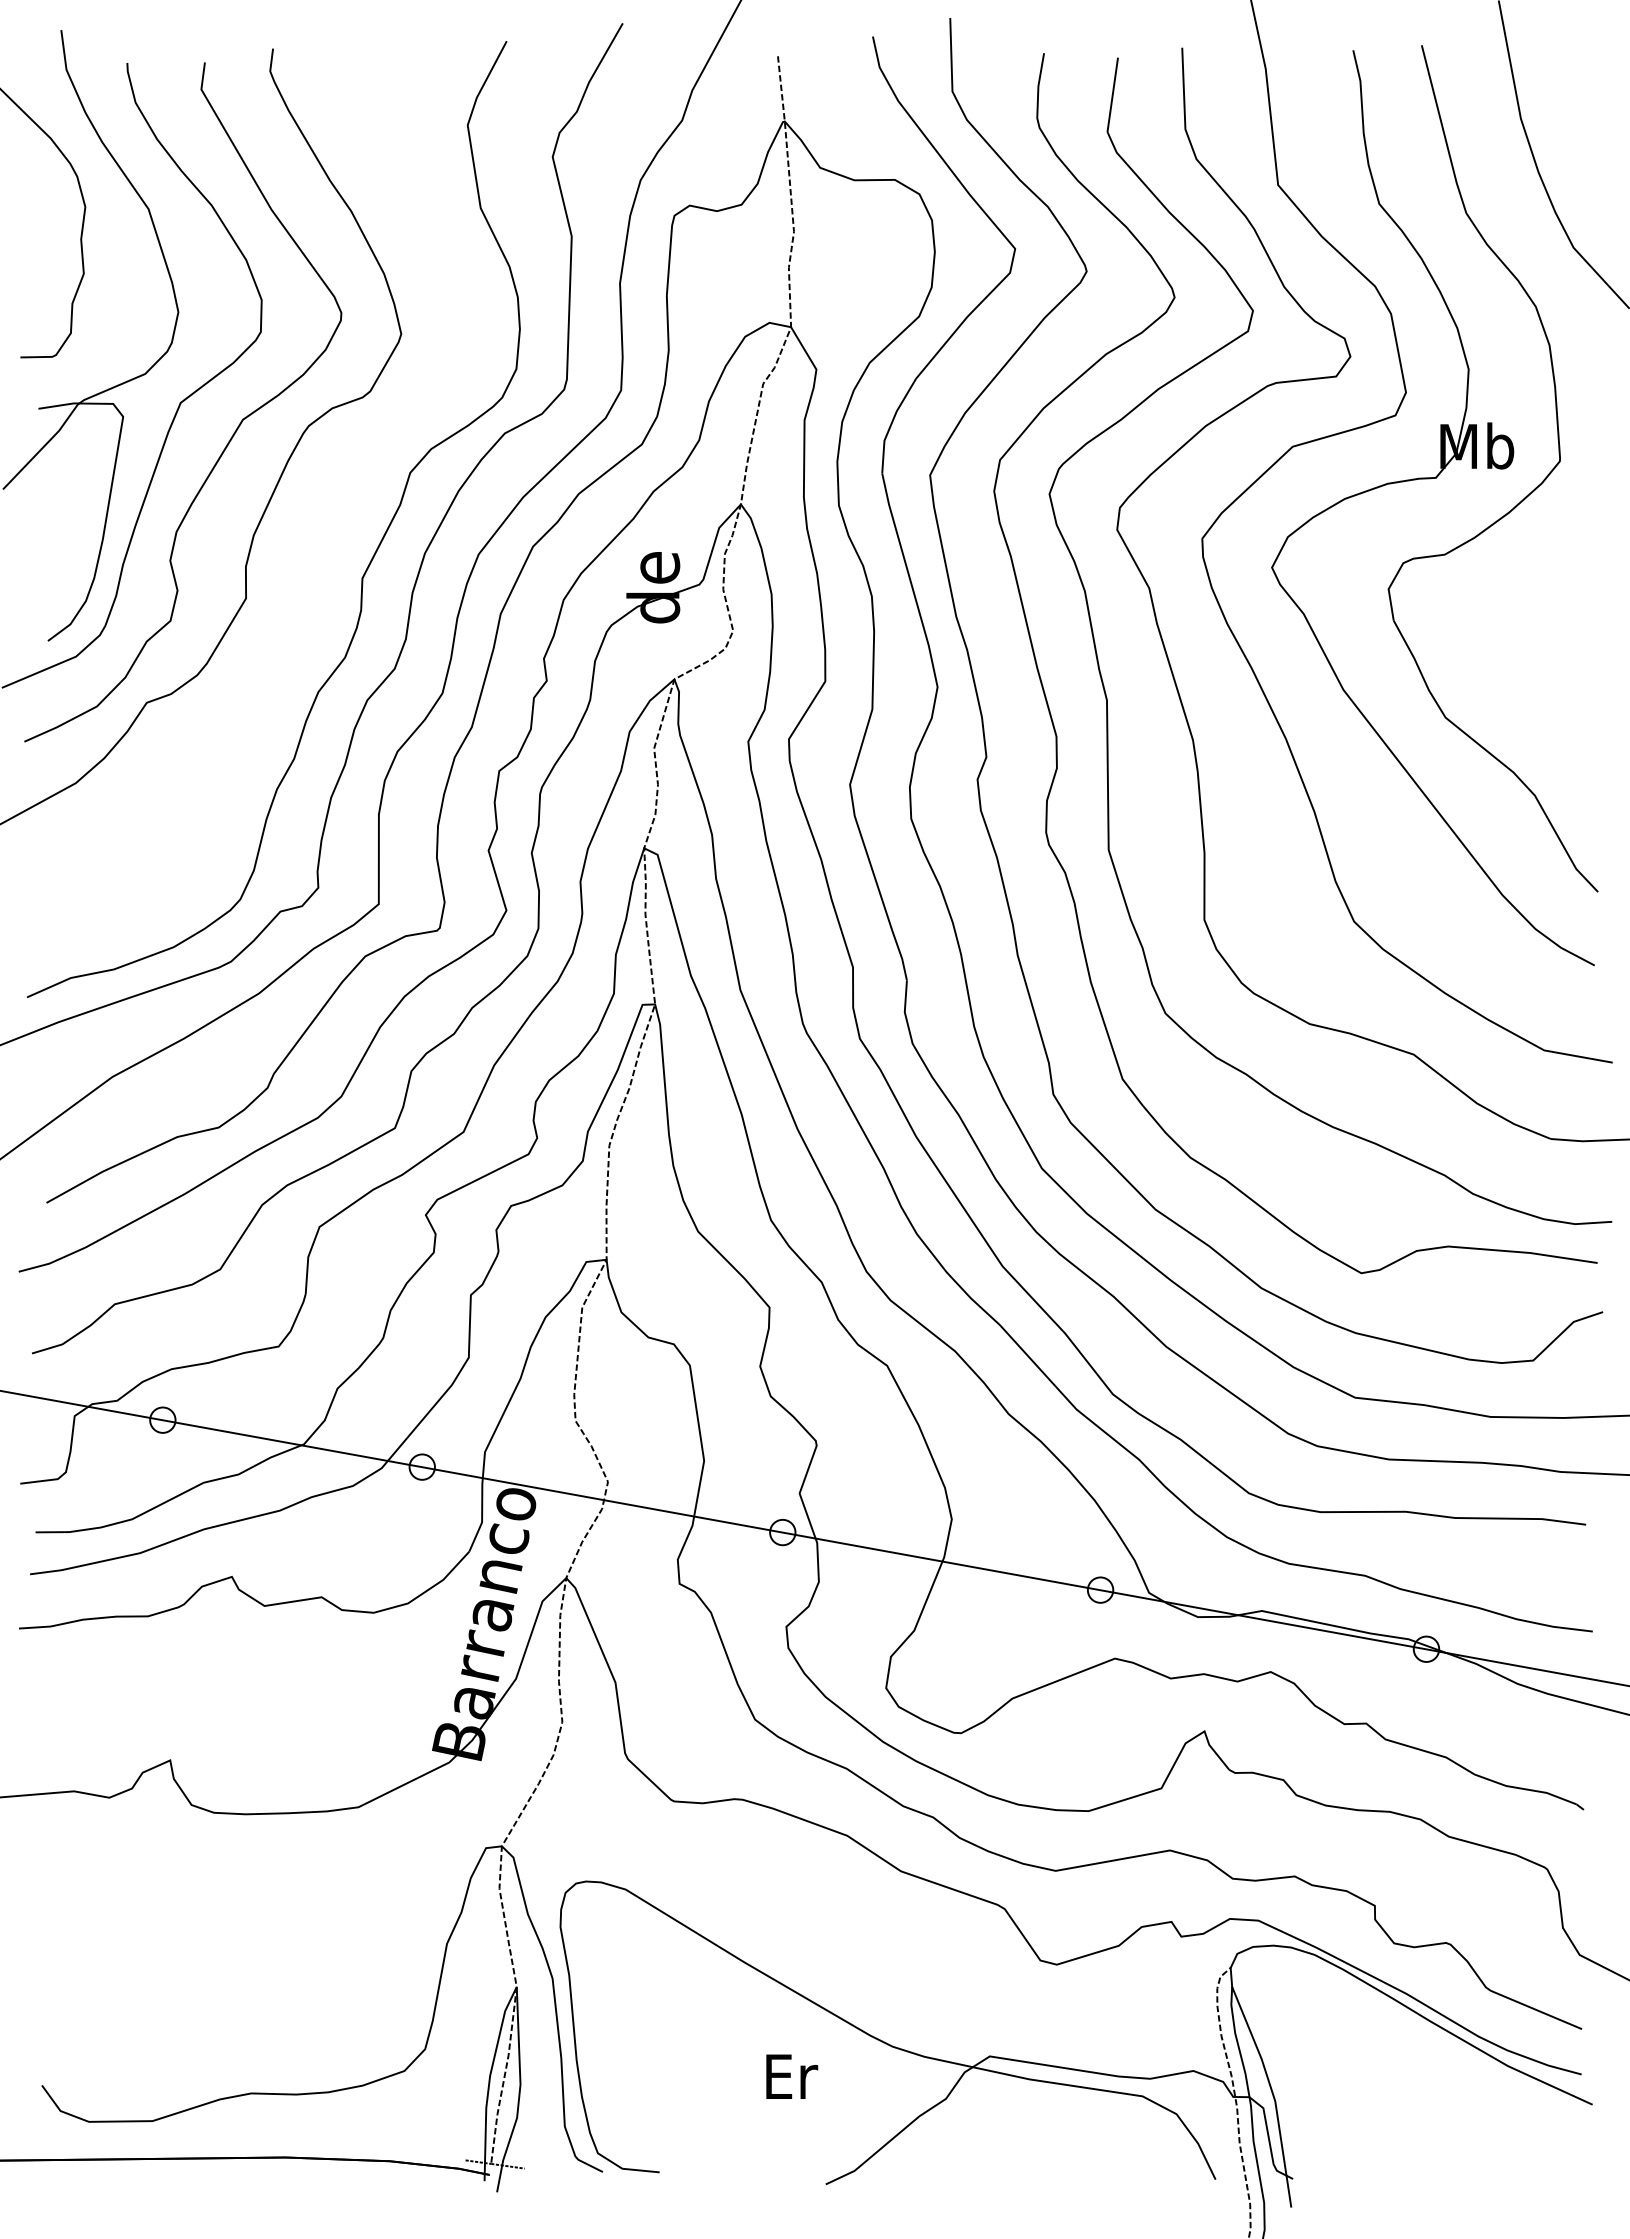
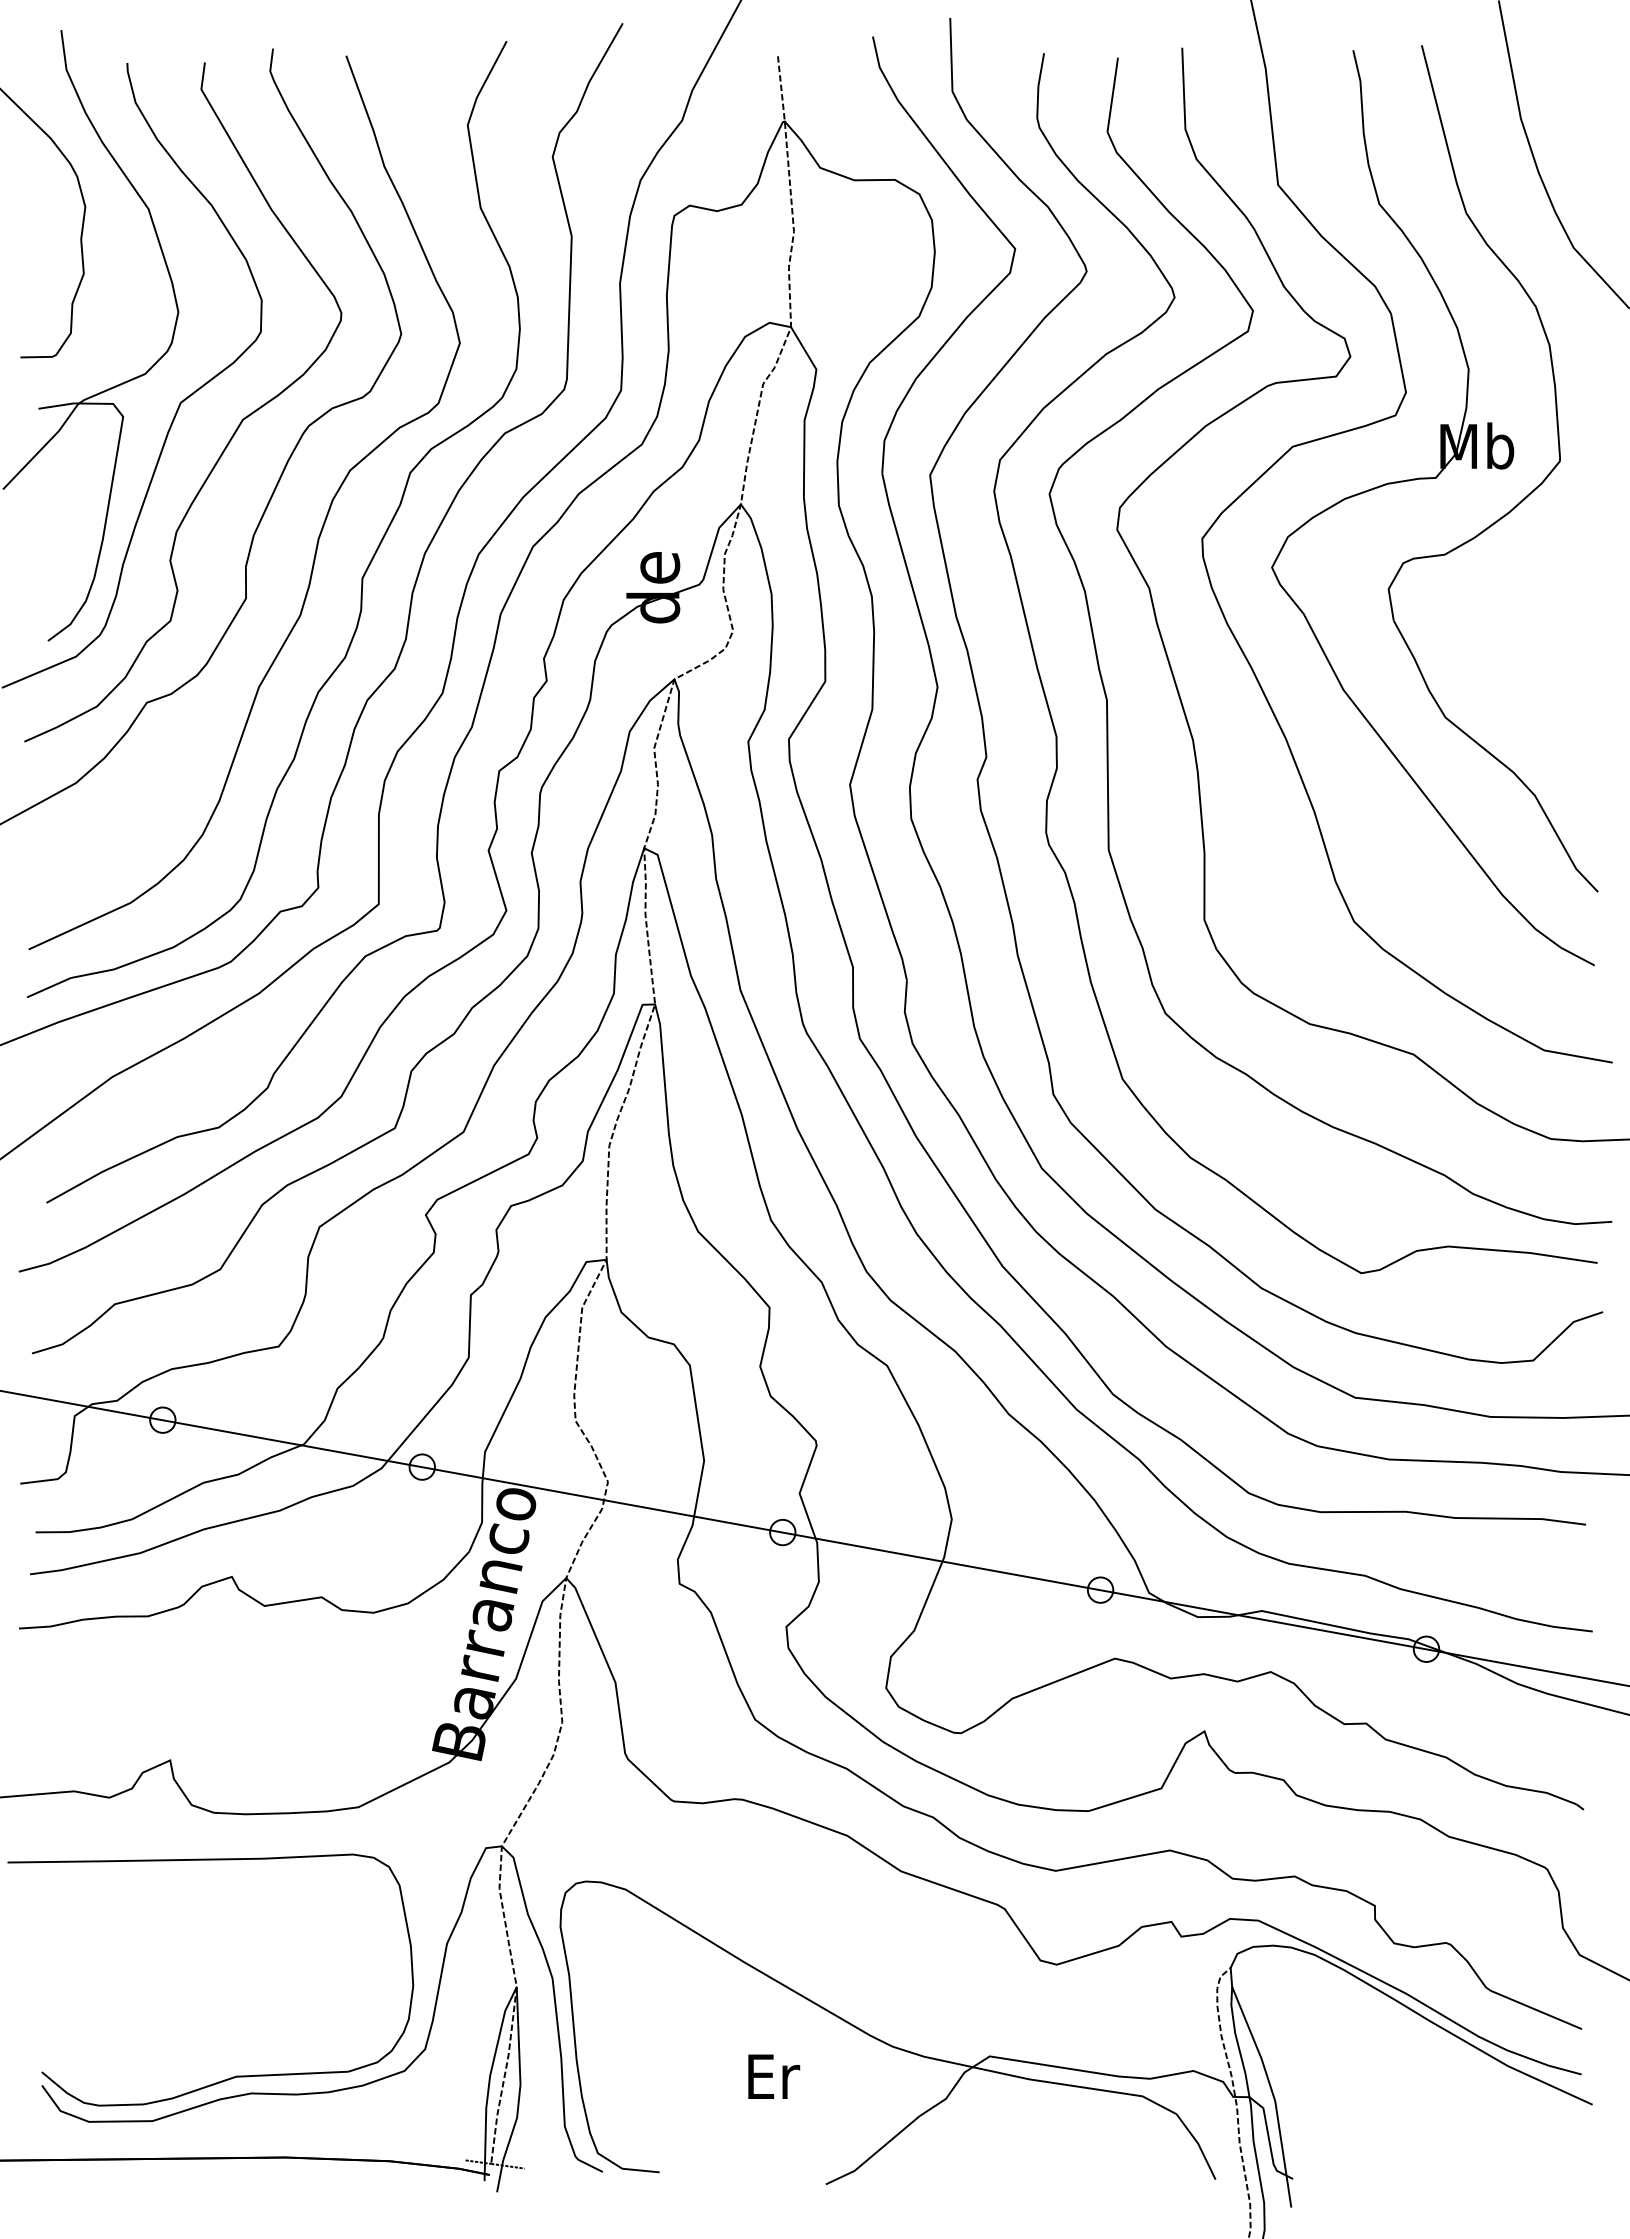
curve at (321, 527): none -> present
curve at (236, 2075): none -> present
text at (792, 2076) position: (792, 2076) -> (774, 2076)
